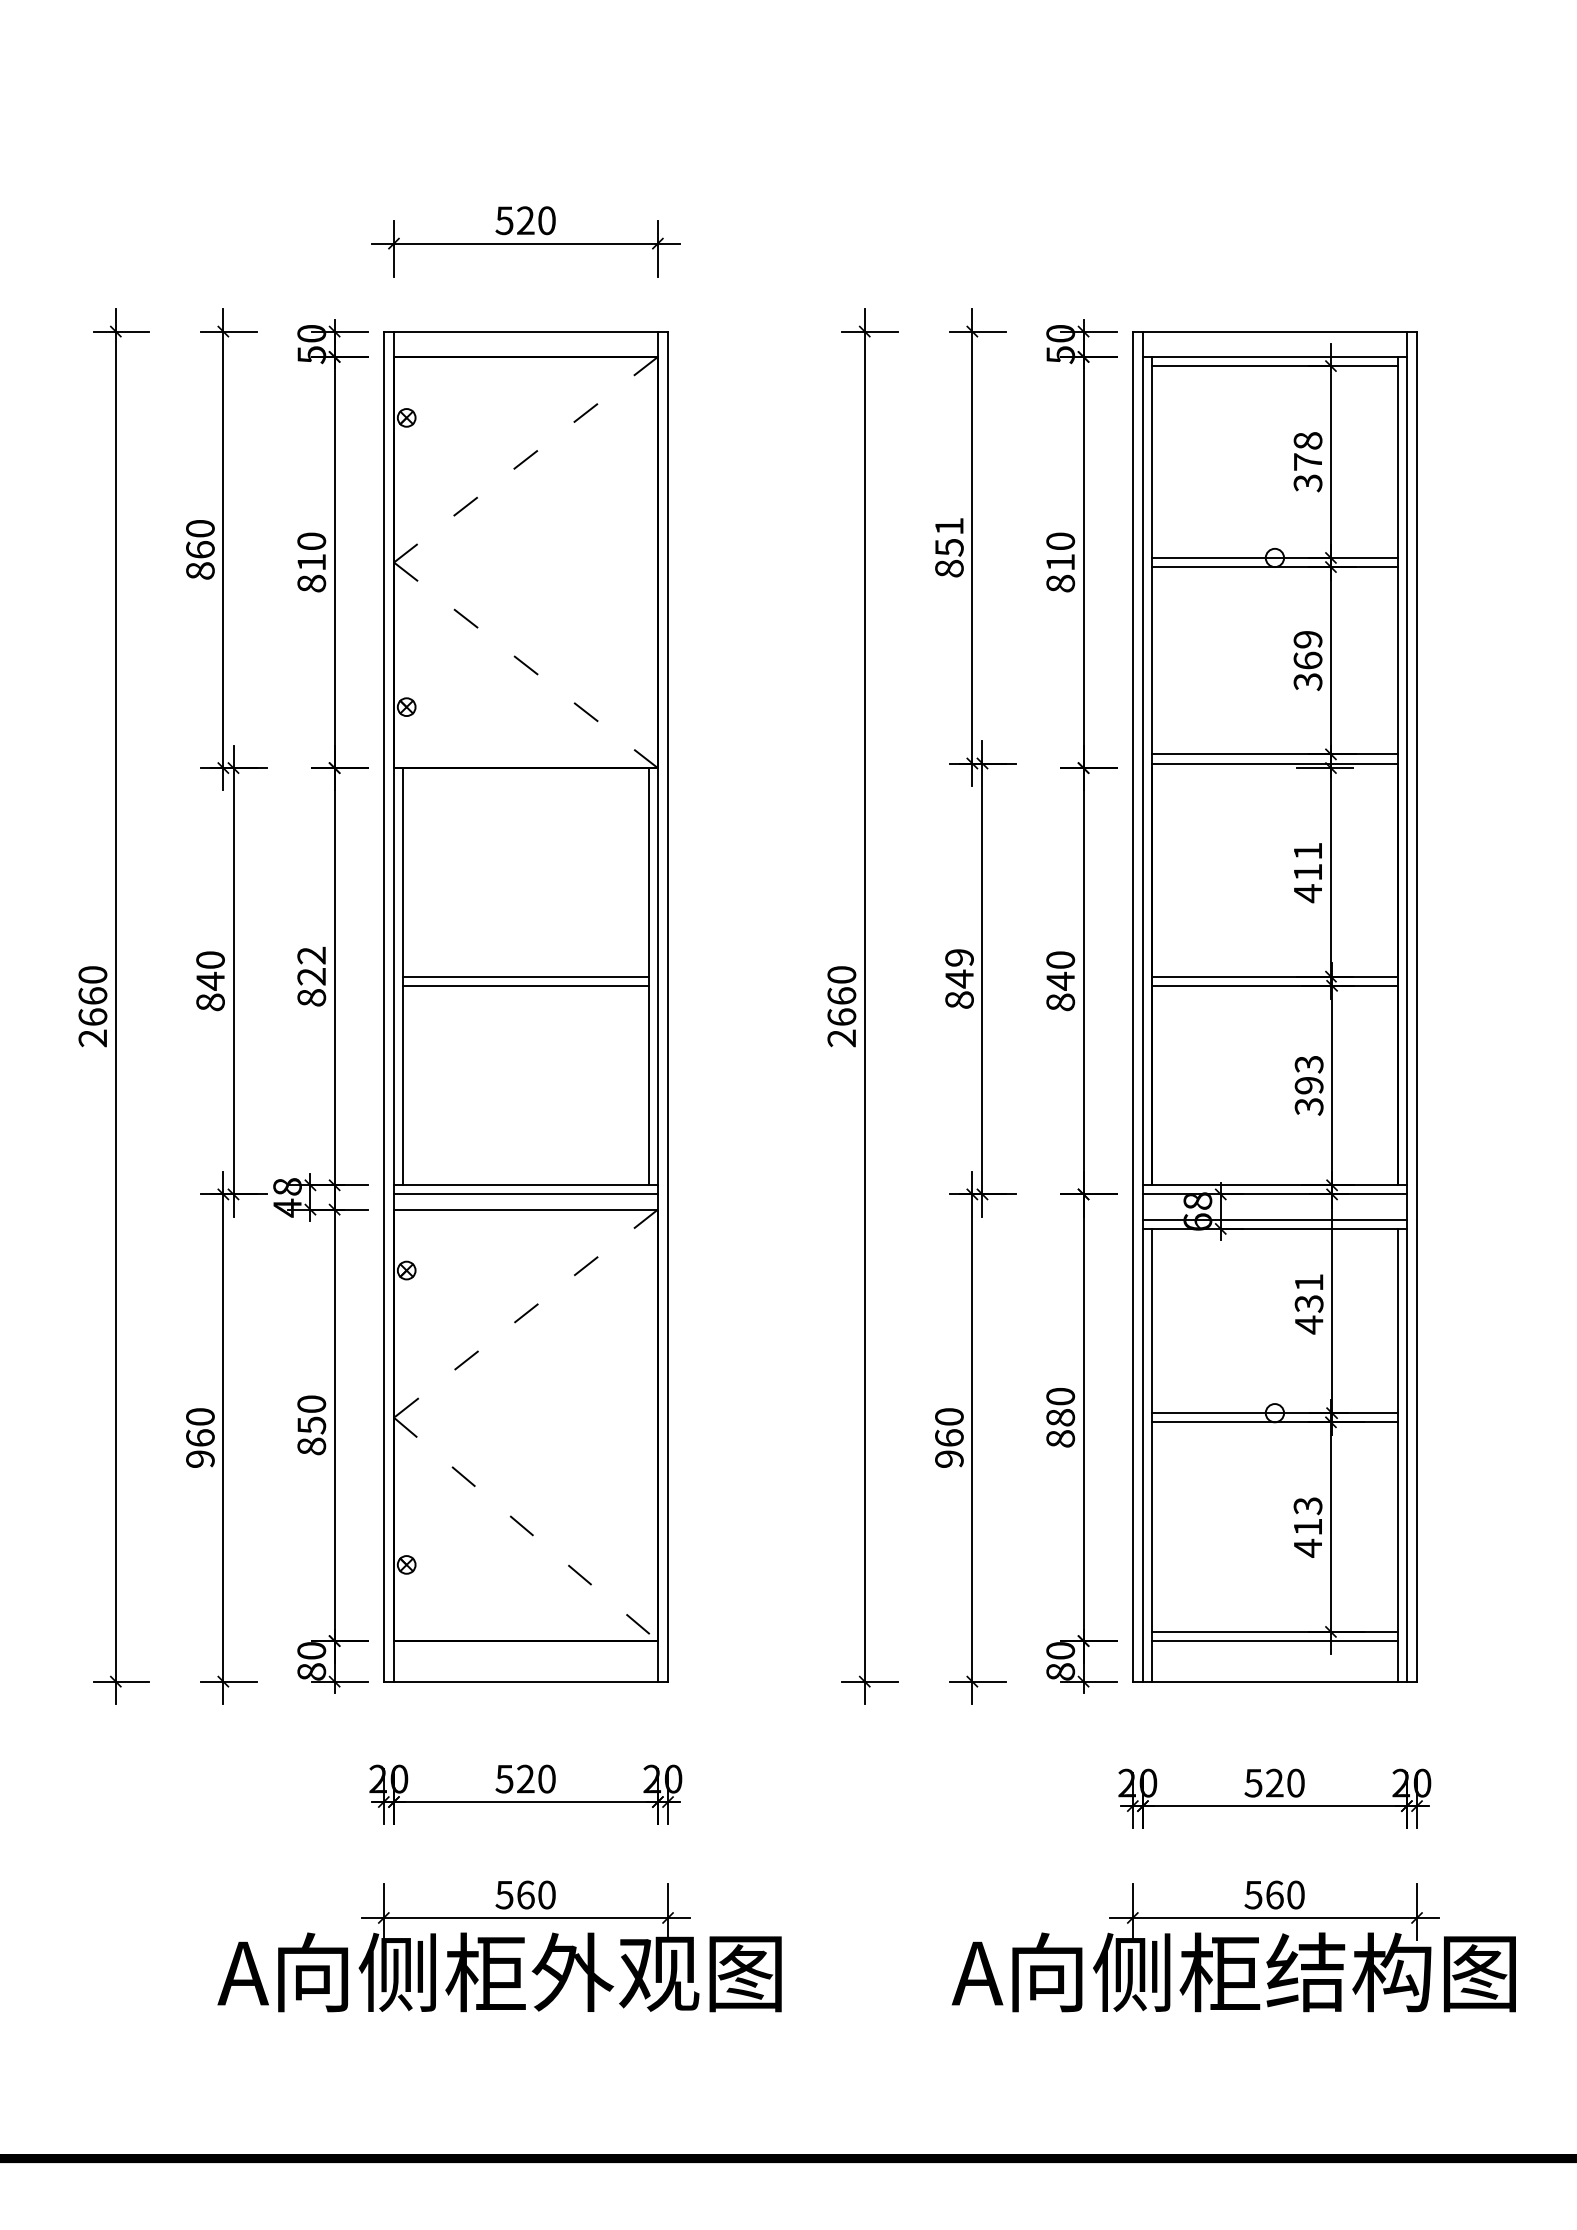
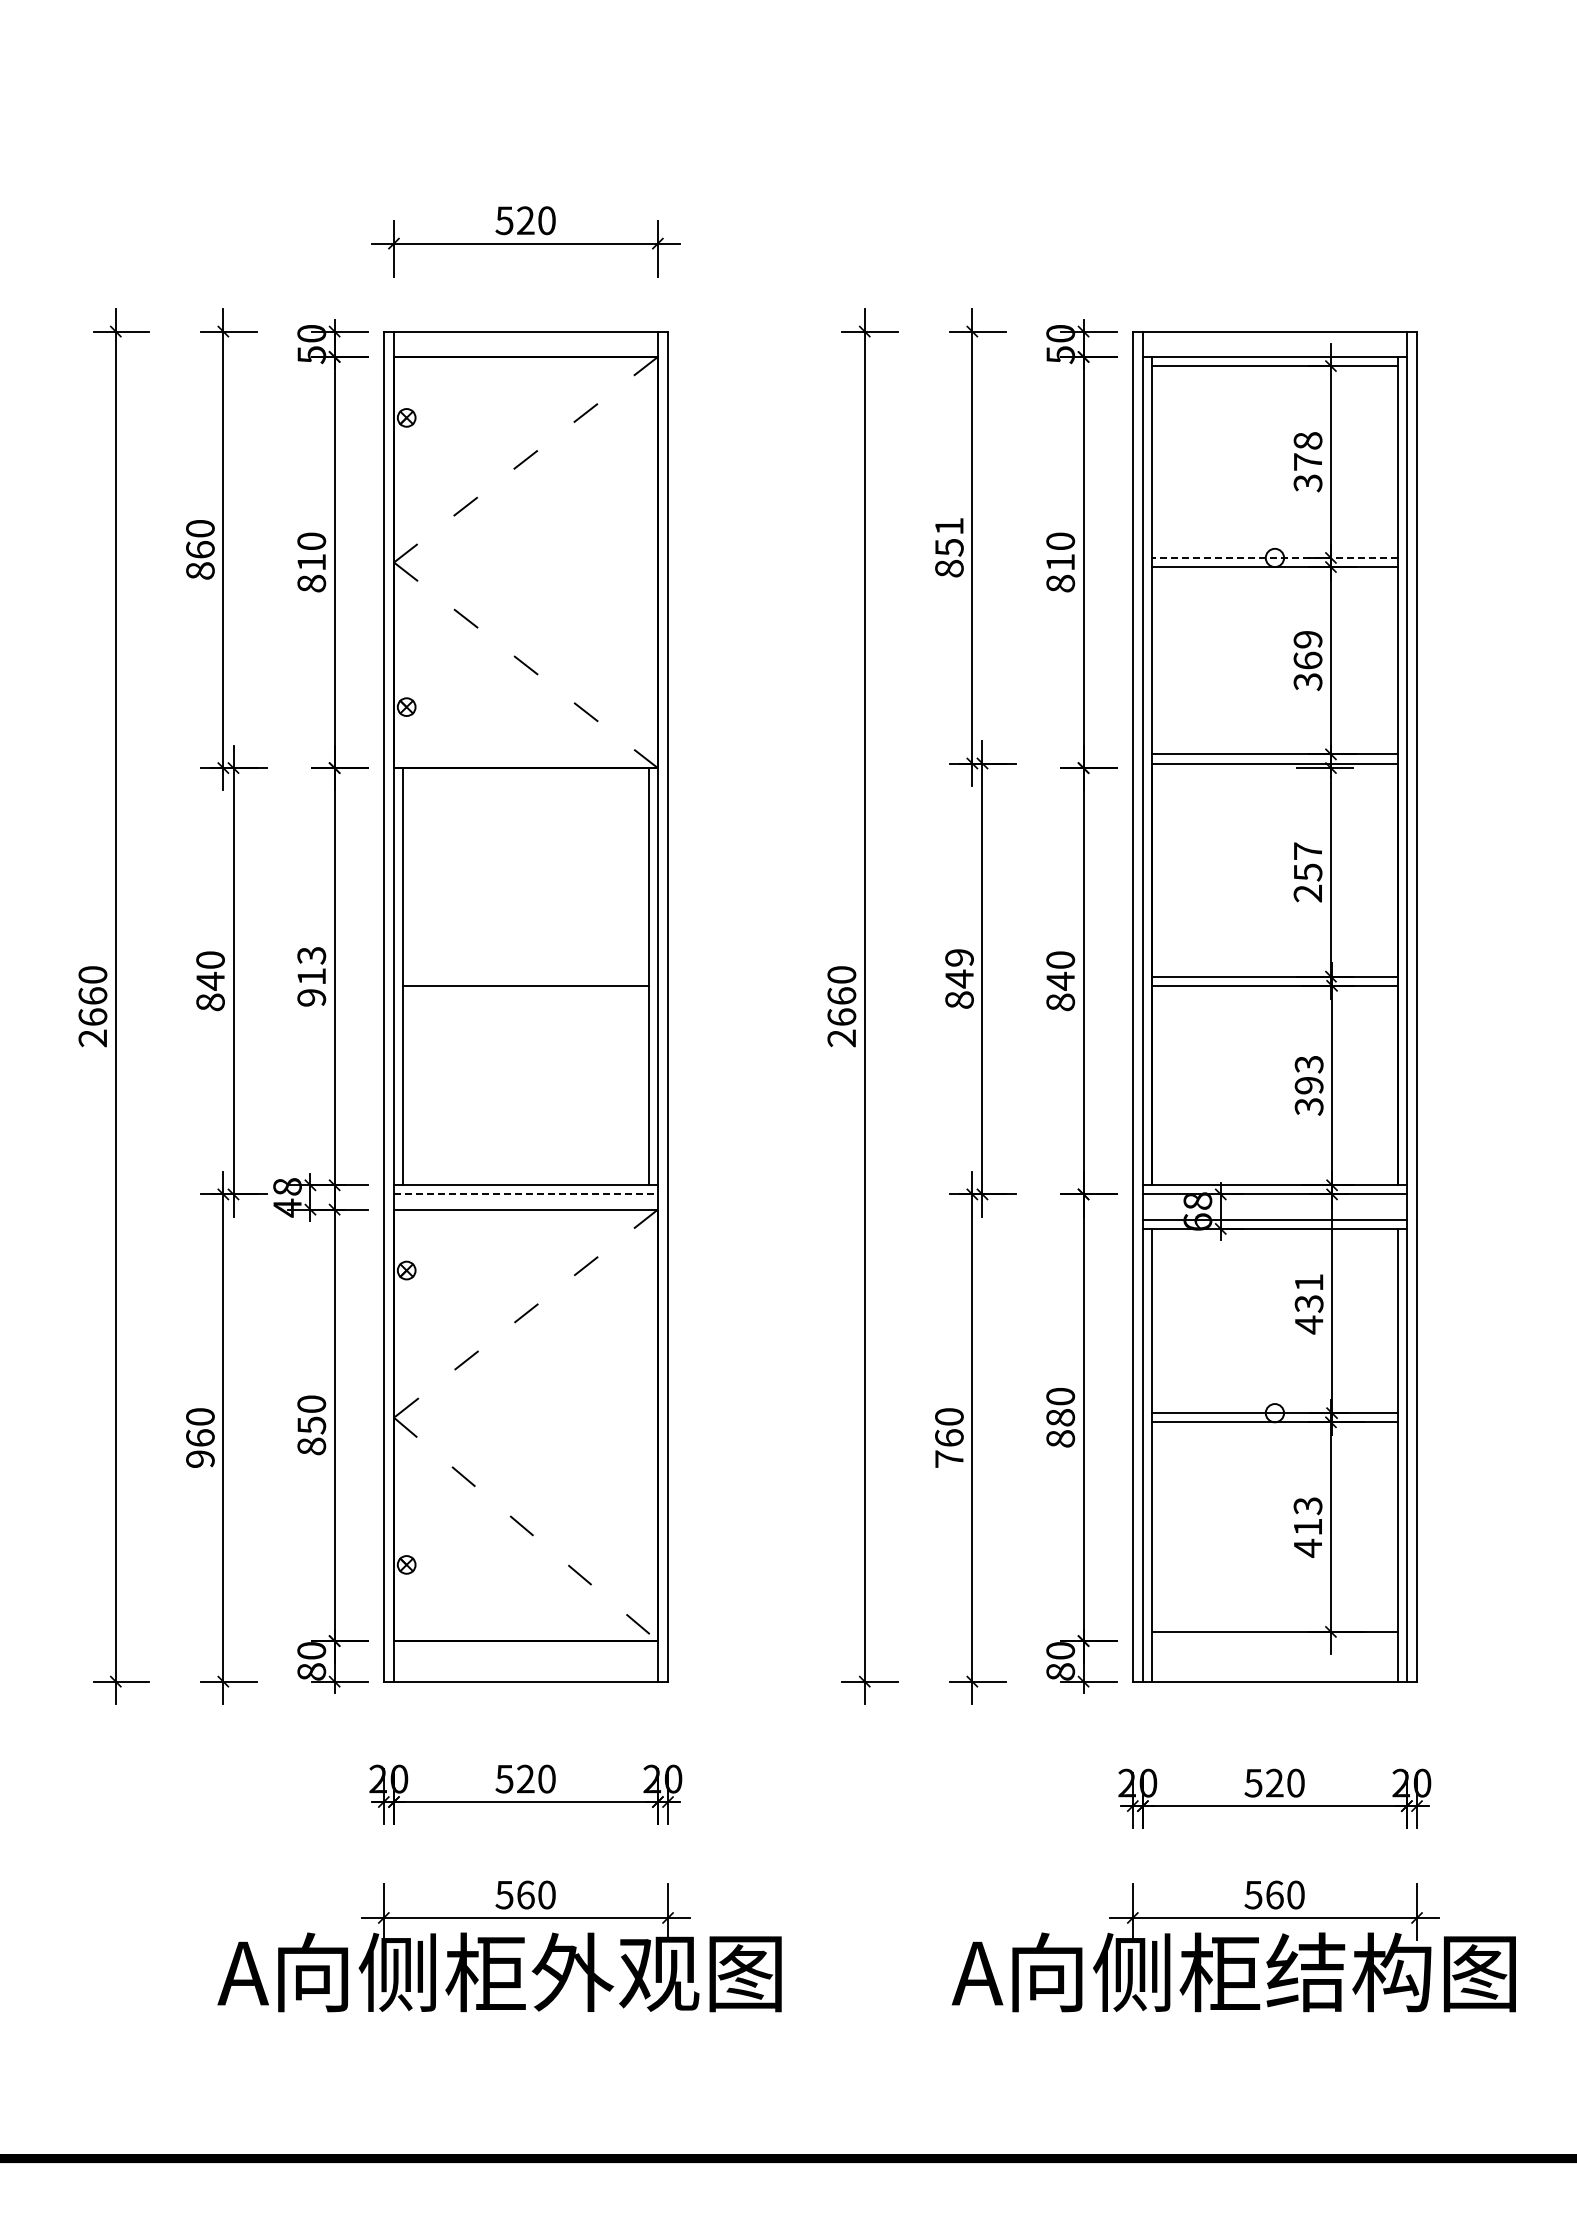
line at (1274, 557): solid -> dashed
text at (1307, 872): 411 -> 257
text at (311, 976): 822 -> 913
line at (525, 976): present -> none
line at (525, 1194): solid -> dashed
text at (949, 1458): 960 -> 760
line at (1274, 1641): present -> none
